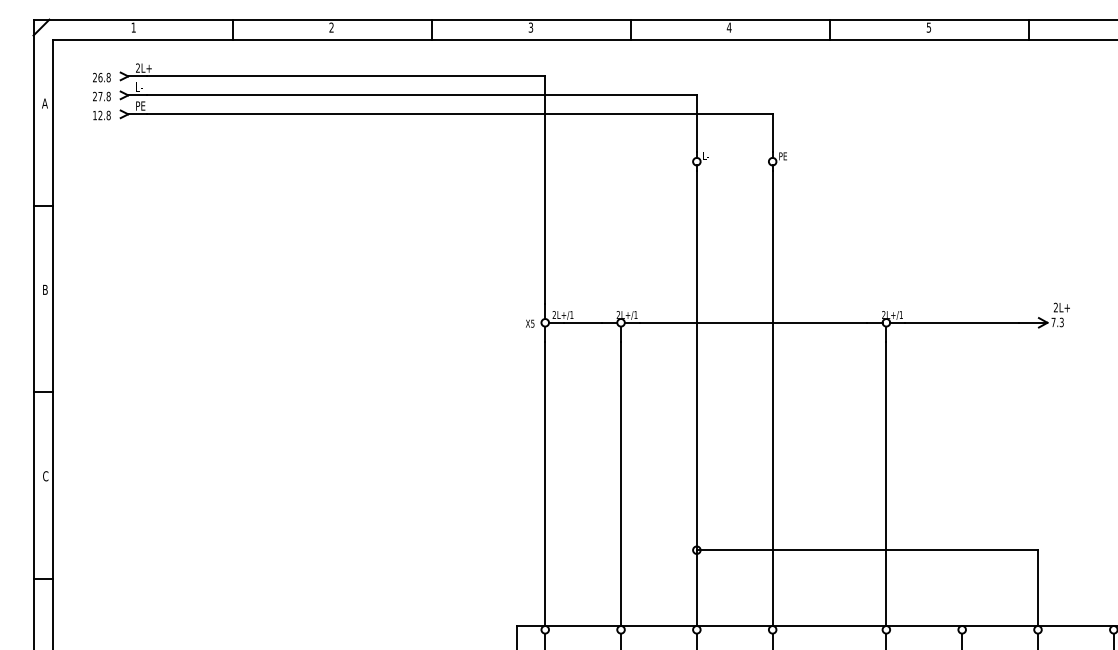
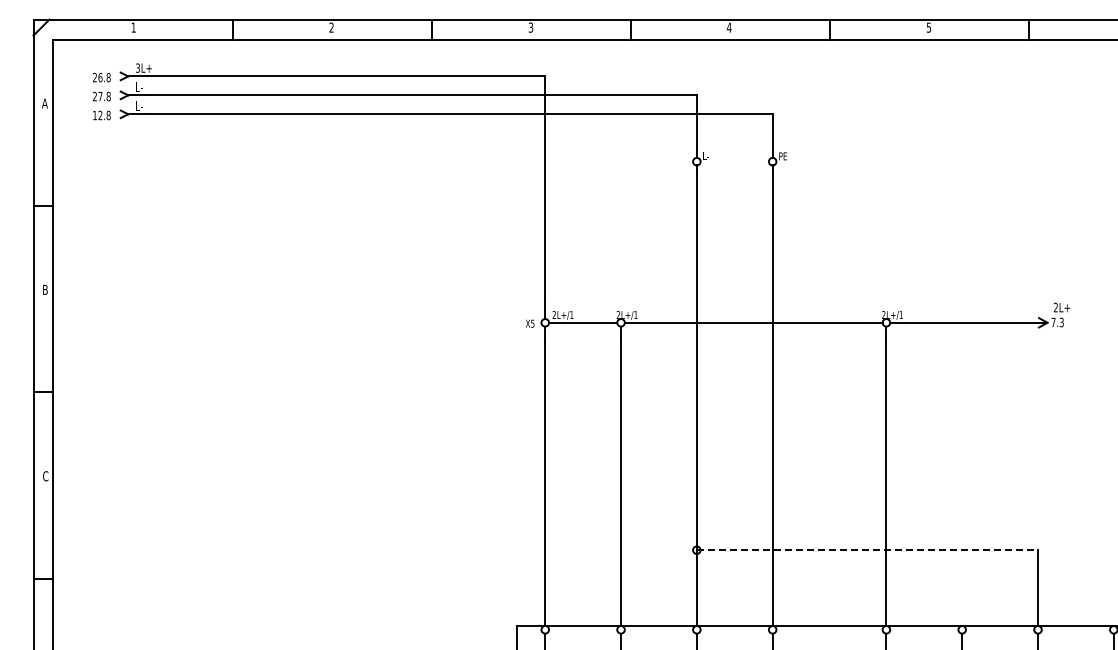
text at (137, 68): 2L+ -> 3L+
text at (140, 105): PE -> L-
line at (867, 550): solid -> dashed
